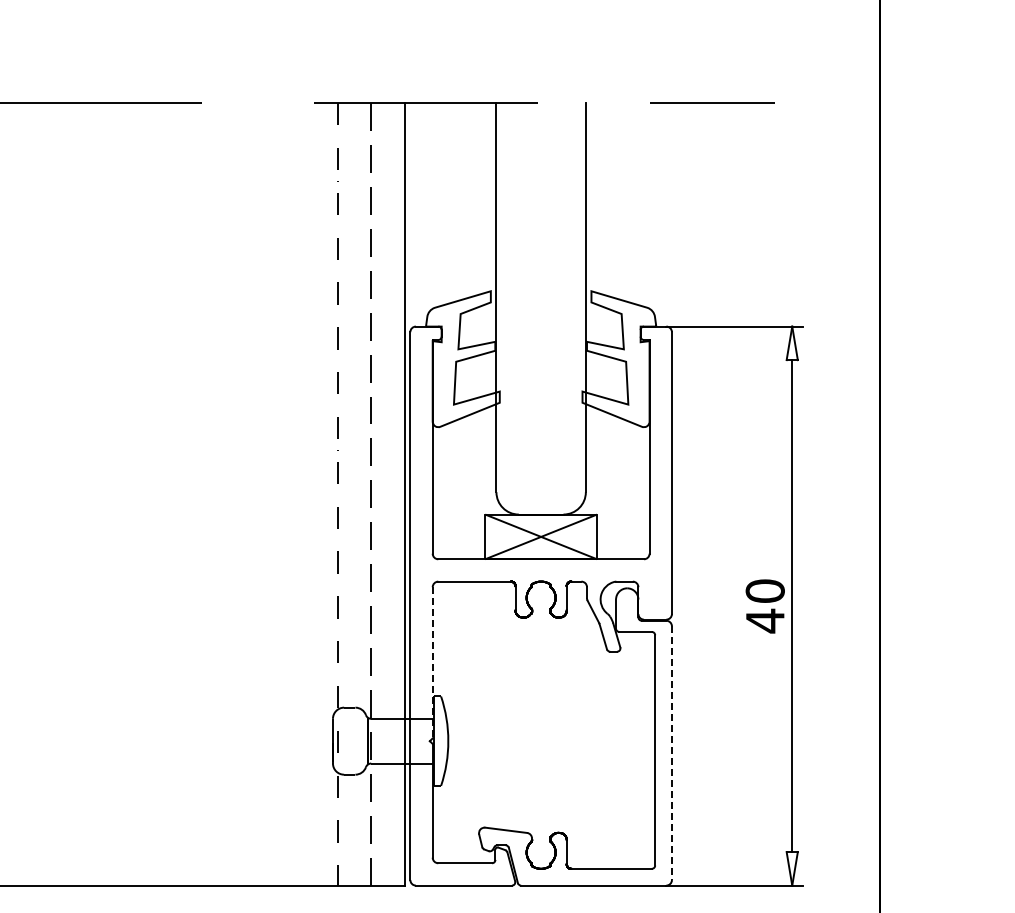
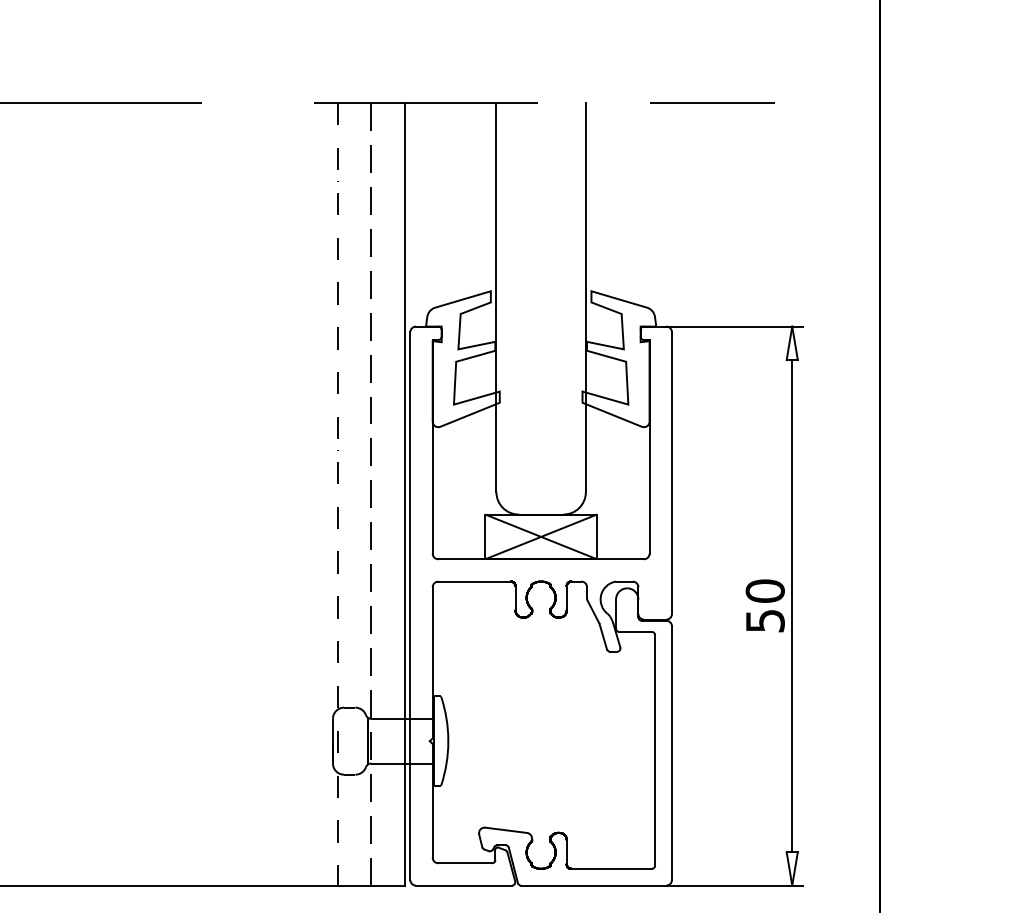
text at (765, 620): 40 -> 50
line at (432, 662): dashed -> solid
line at (671, 753): dashed -> solid
